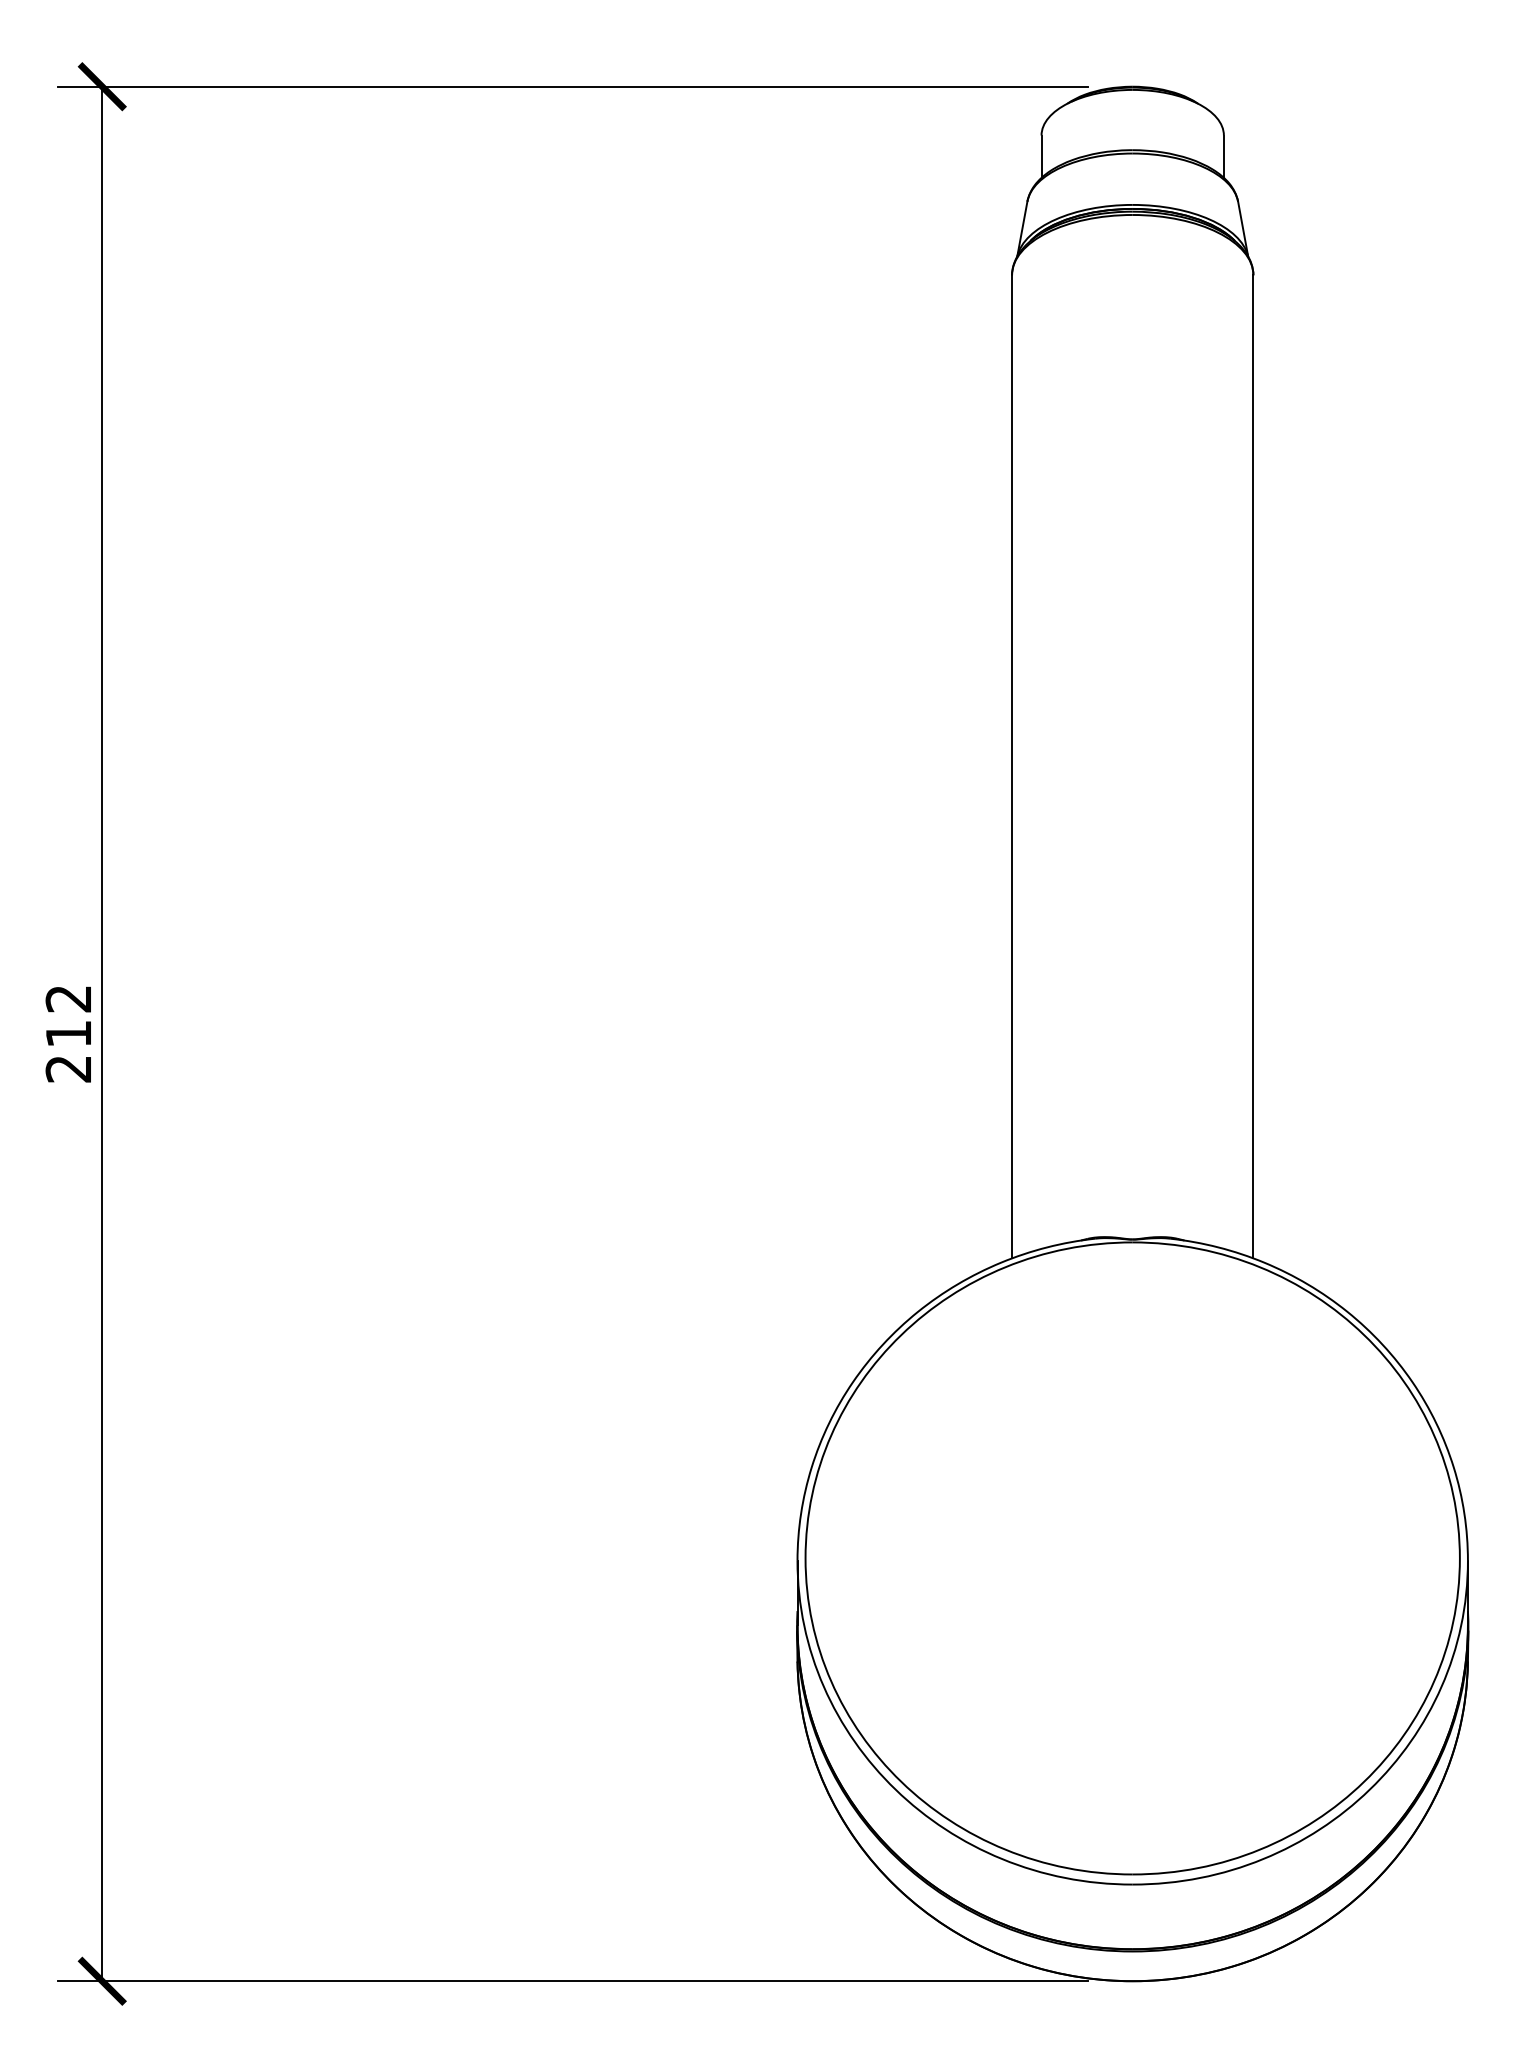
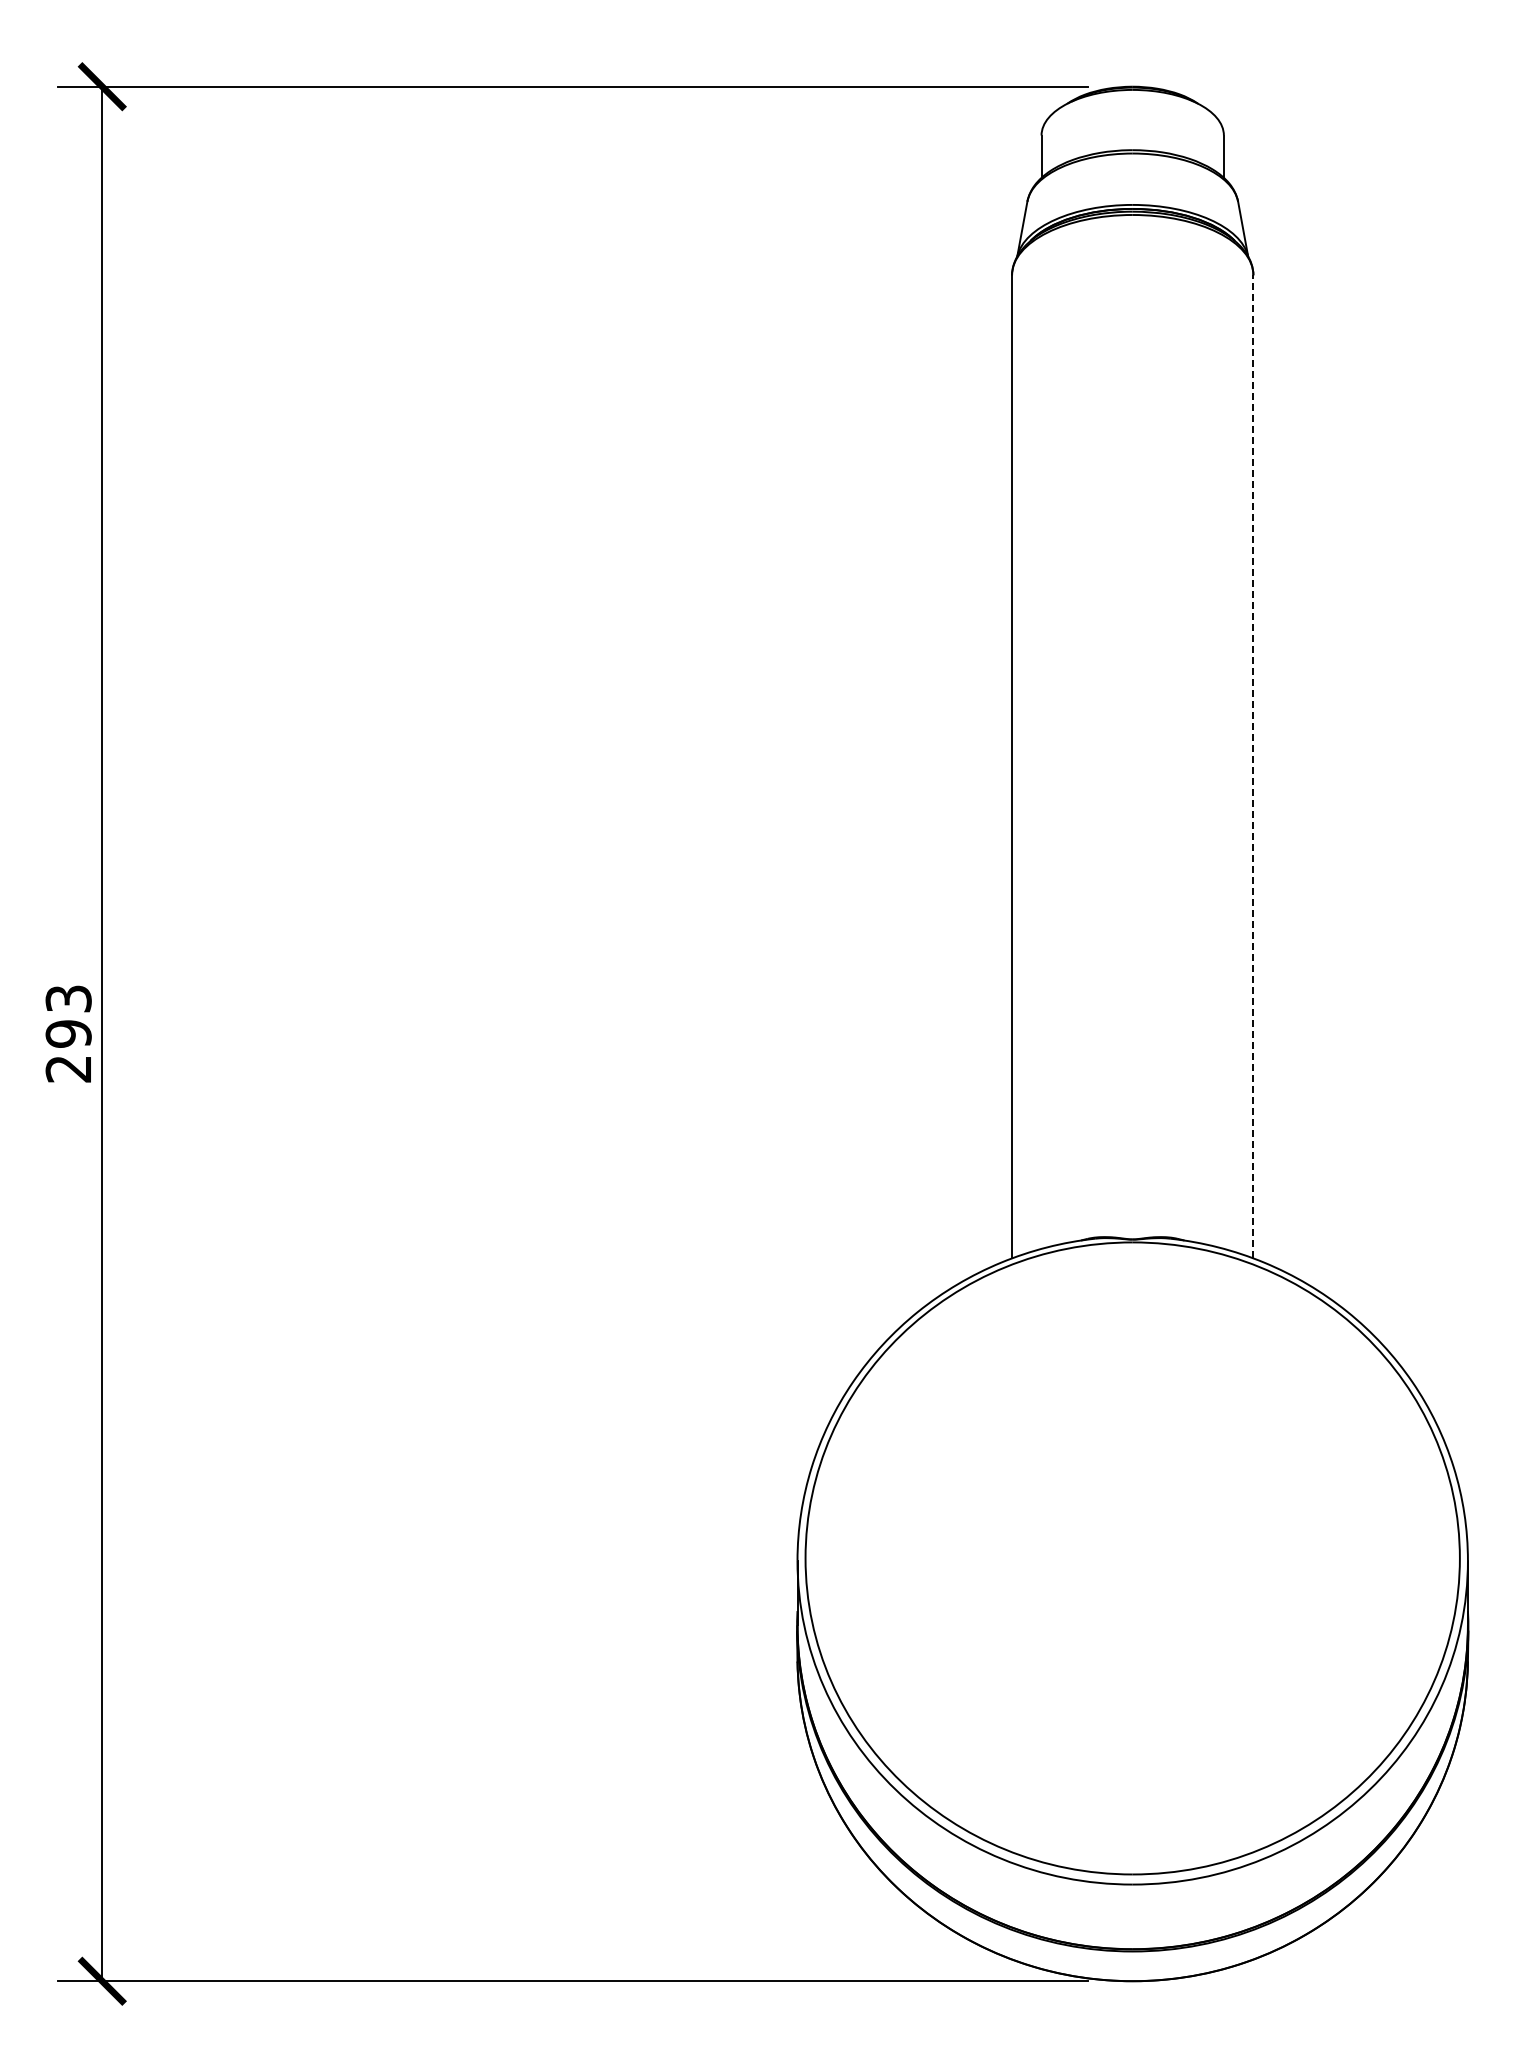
line at (1253, 766): solid -> dashed
text at (68, 1016): 212 -> 293
